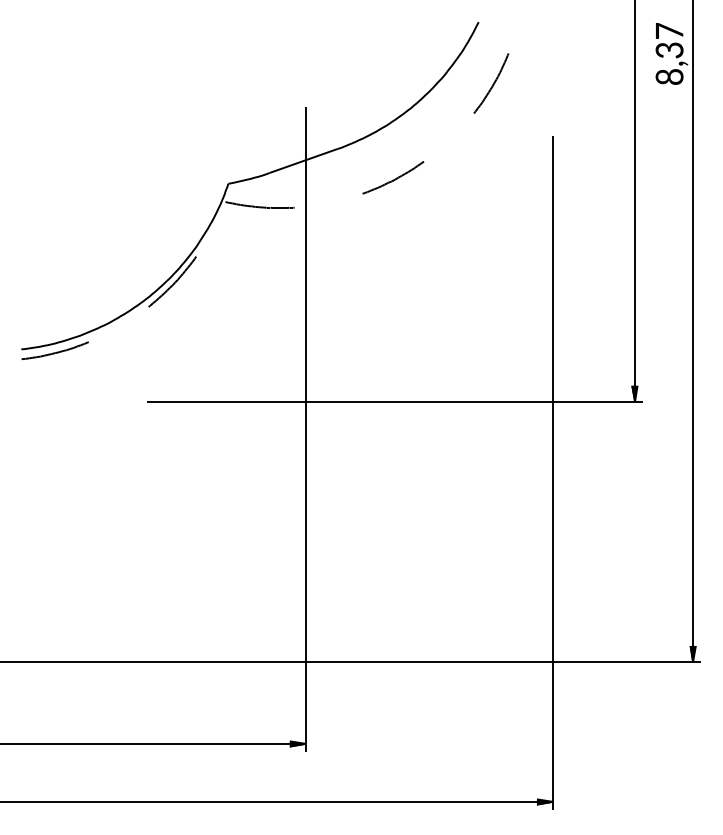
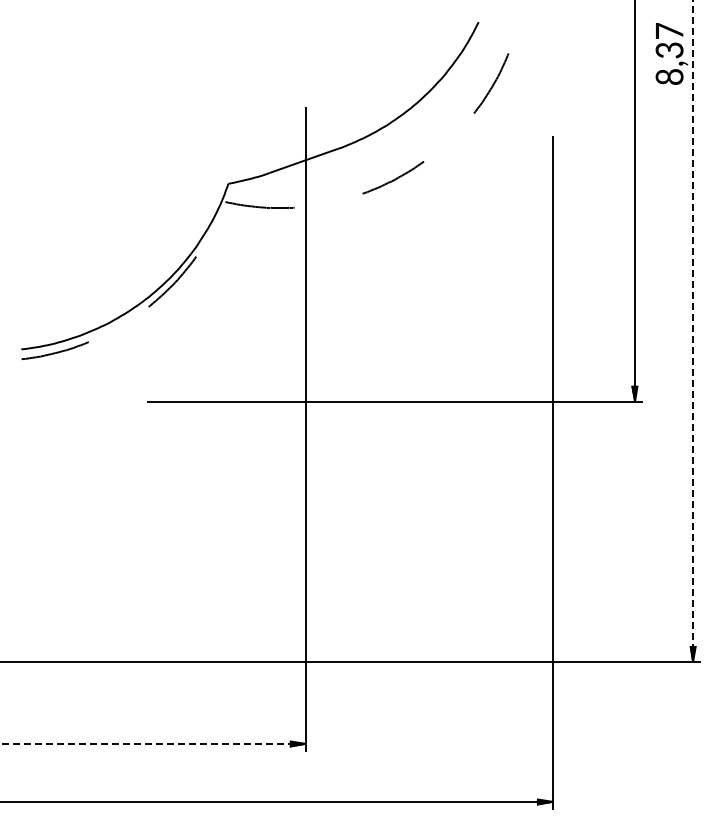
line at (693, 330): solid -> dashed
line at (152, 743): solid -> dashed
